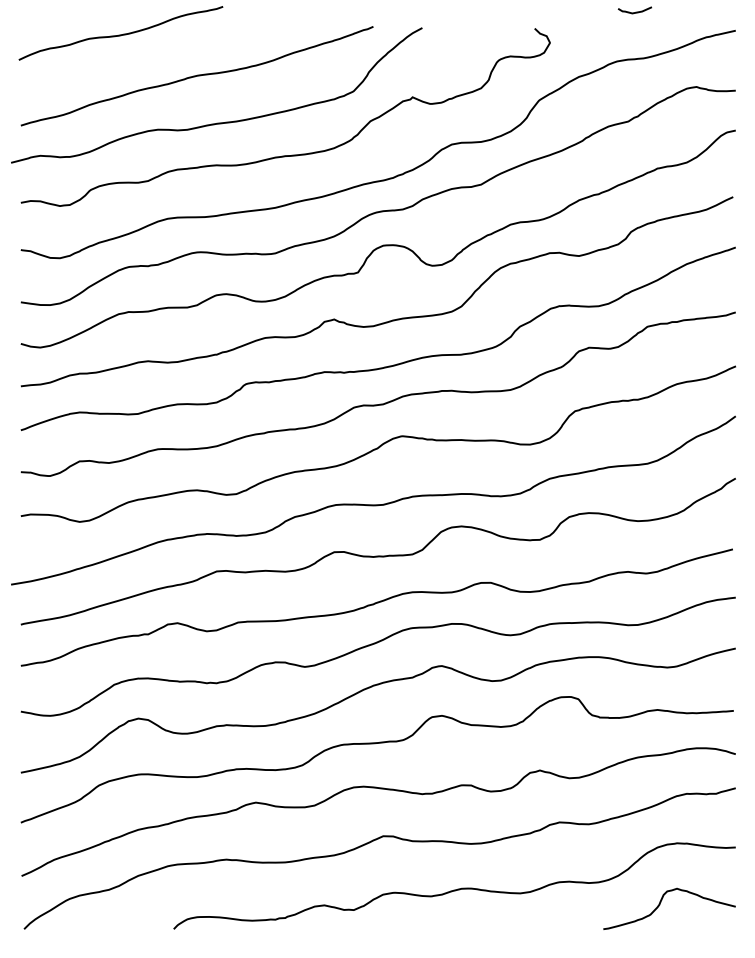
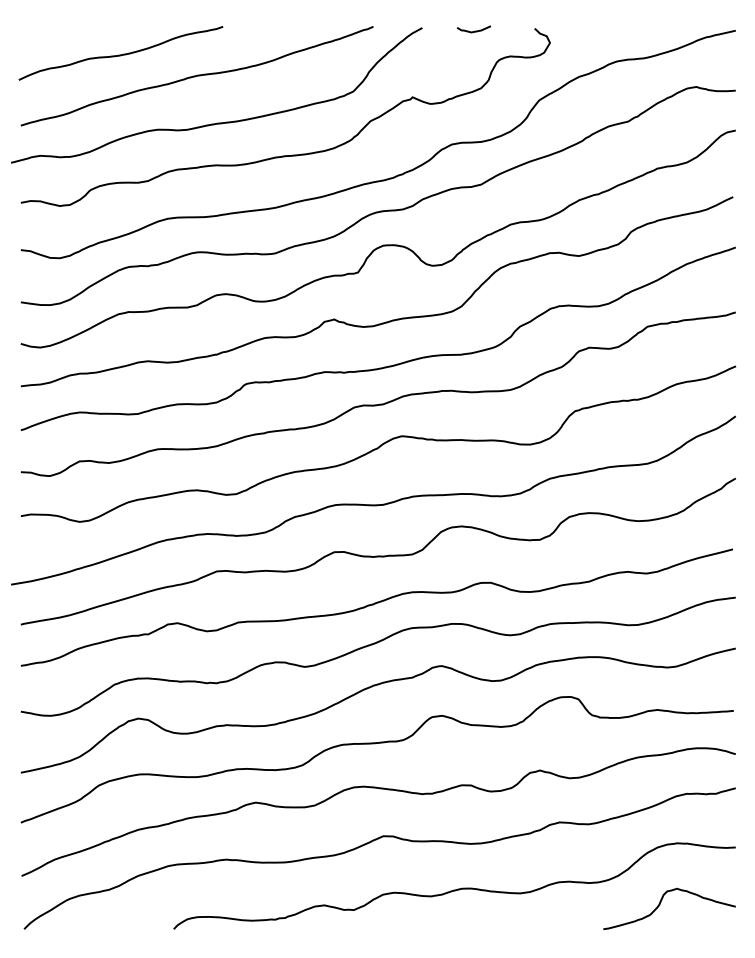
curve at (635, 11) position: (635, 11) -> (474, 30)
curve at (120, 34) position: (120, 34) -> (120, 54)
